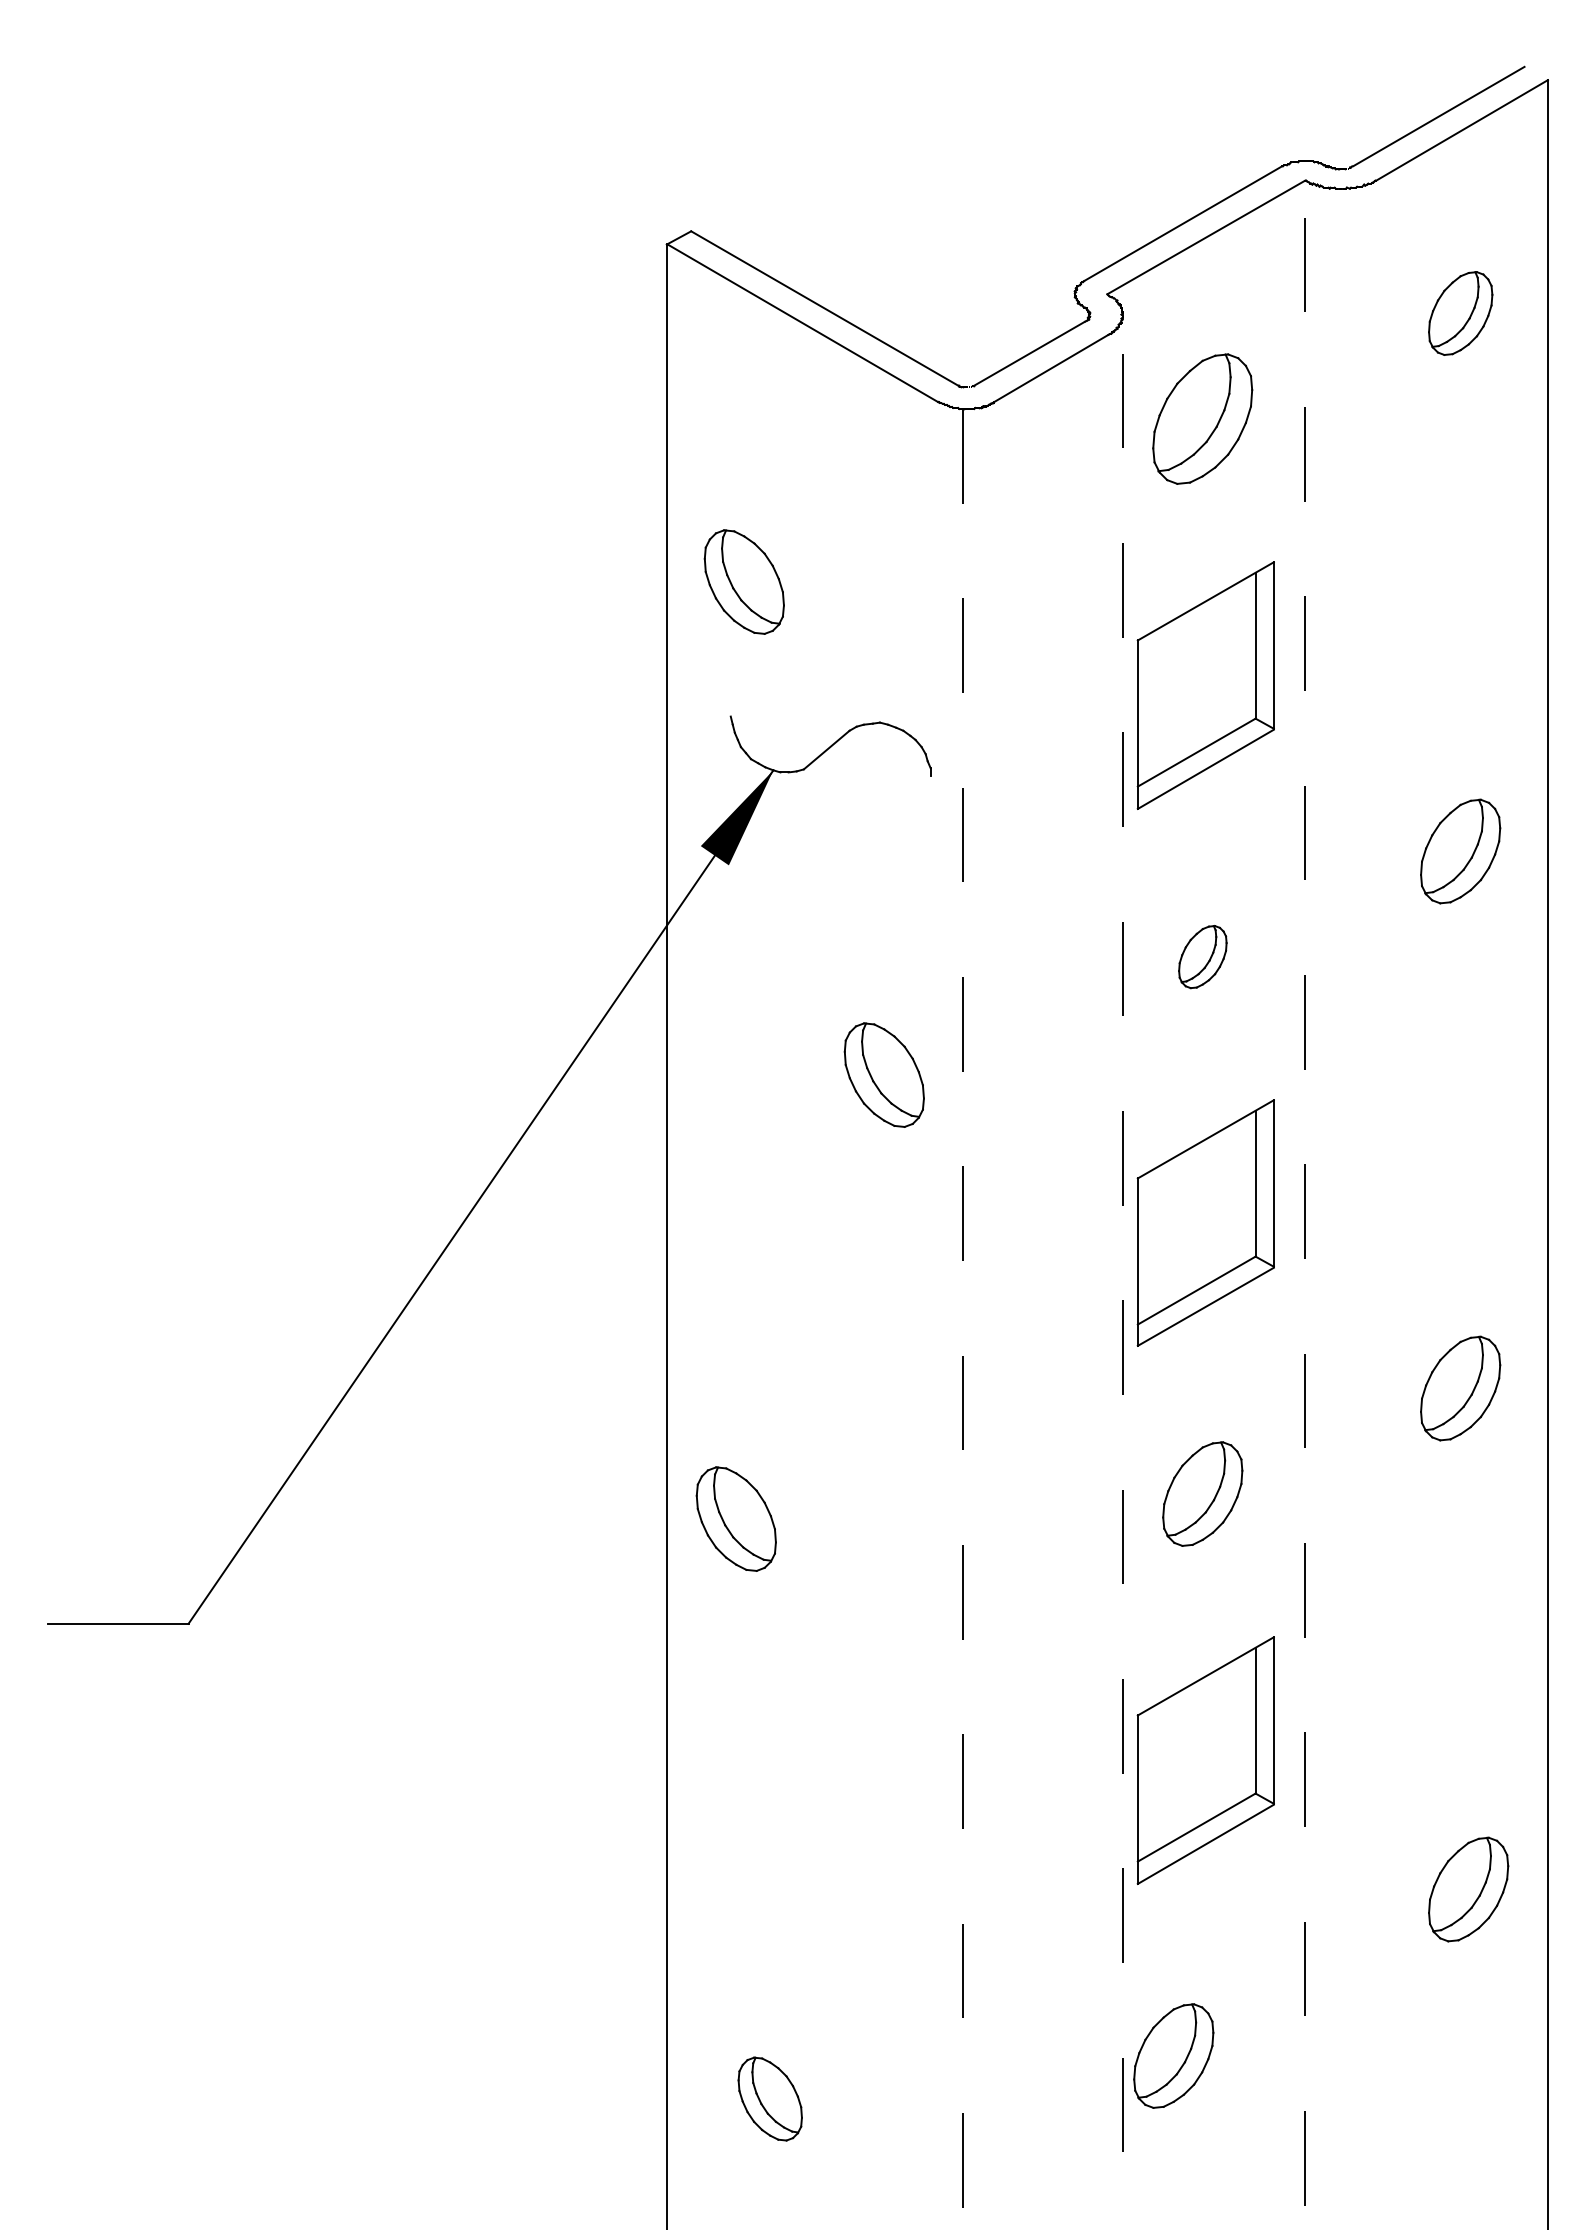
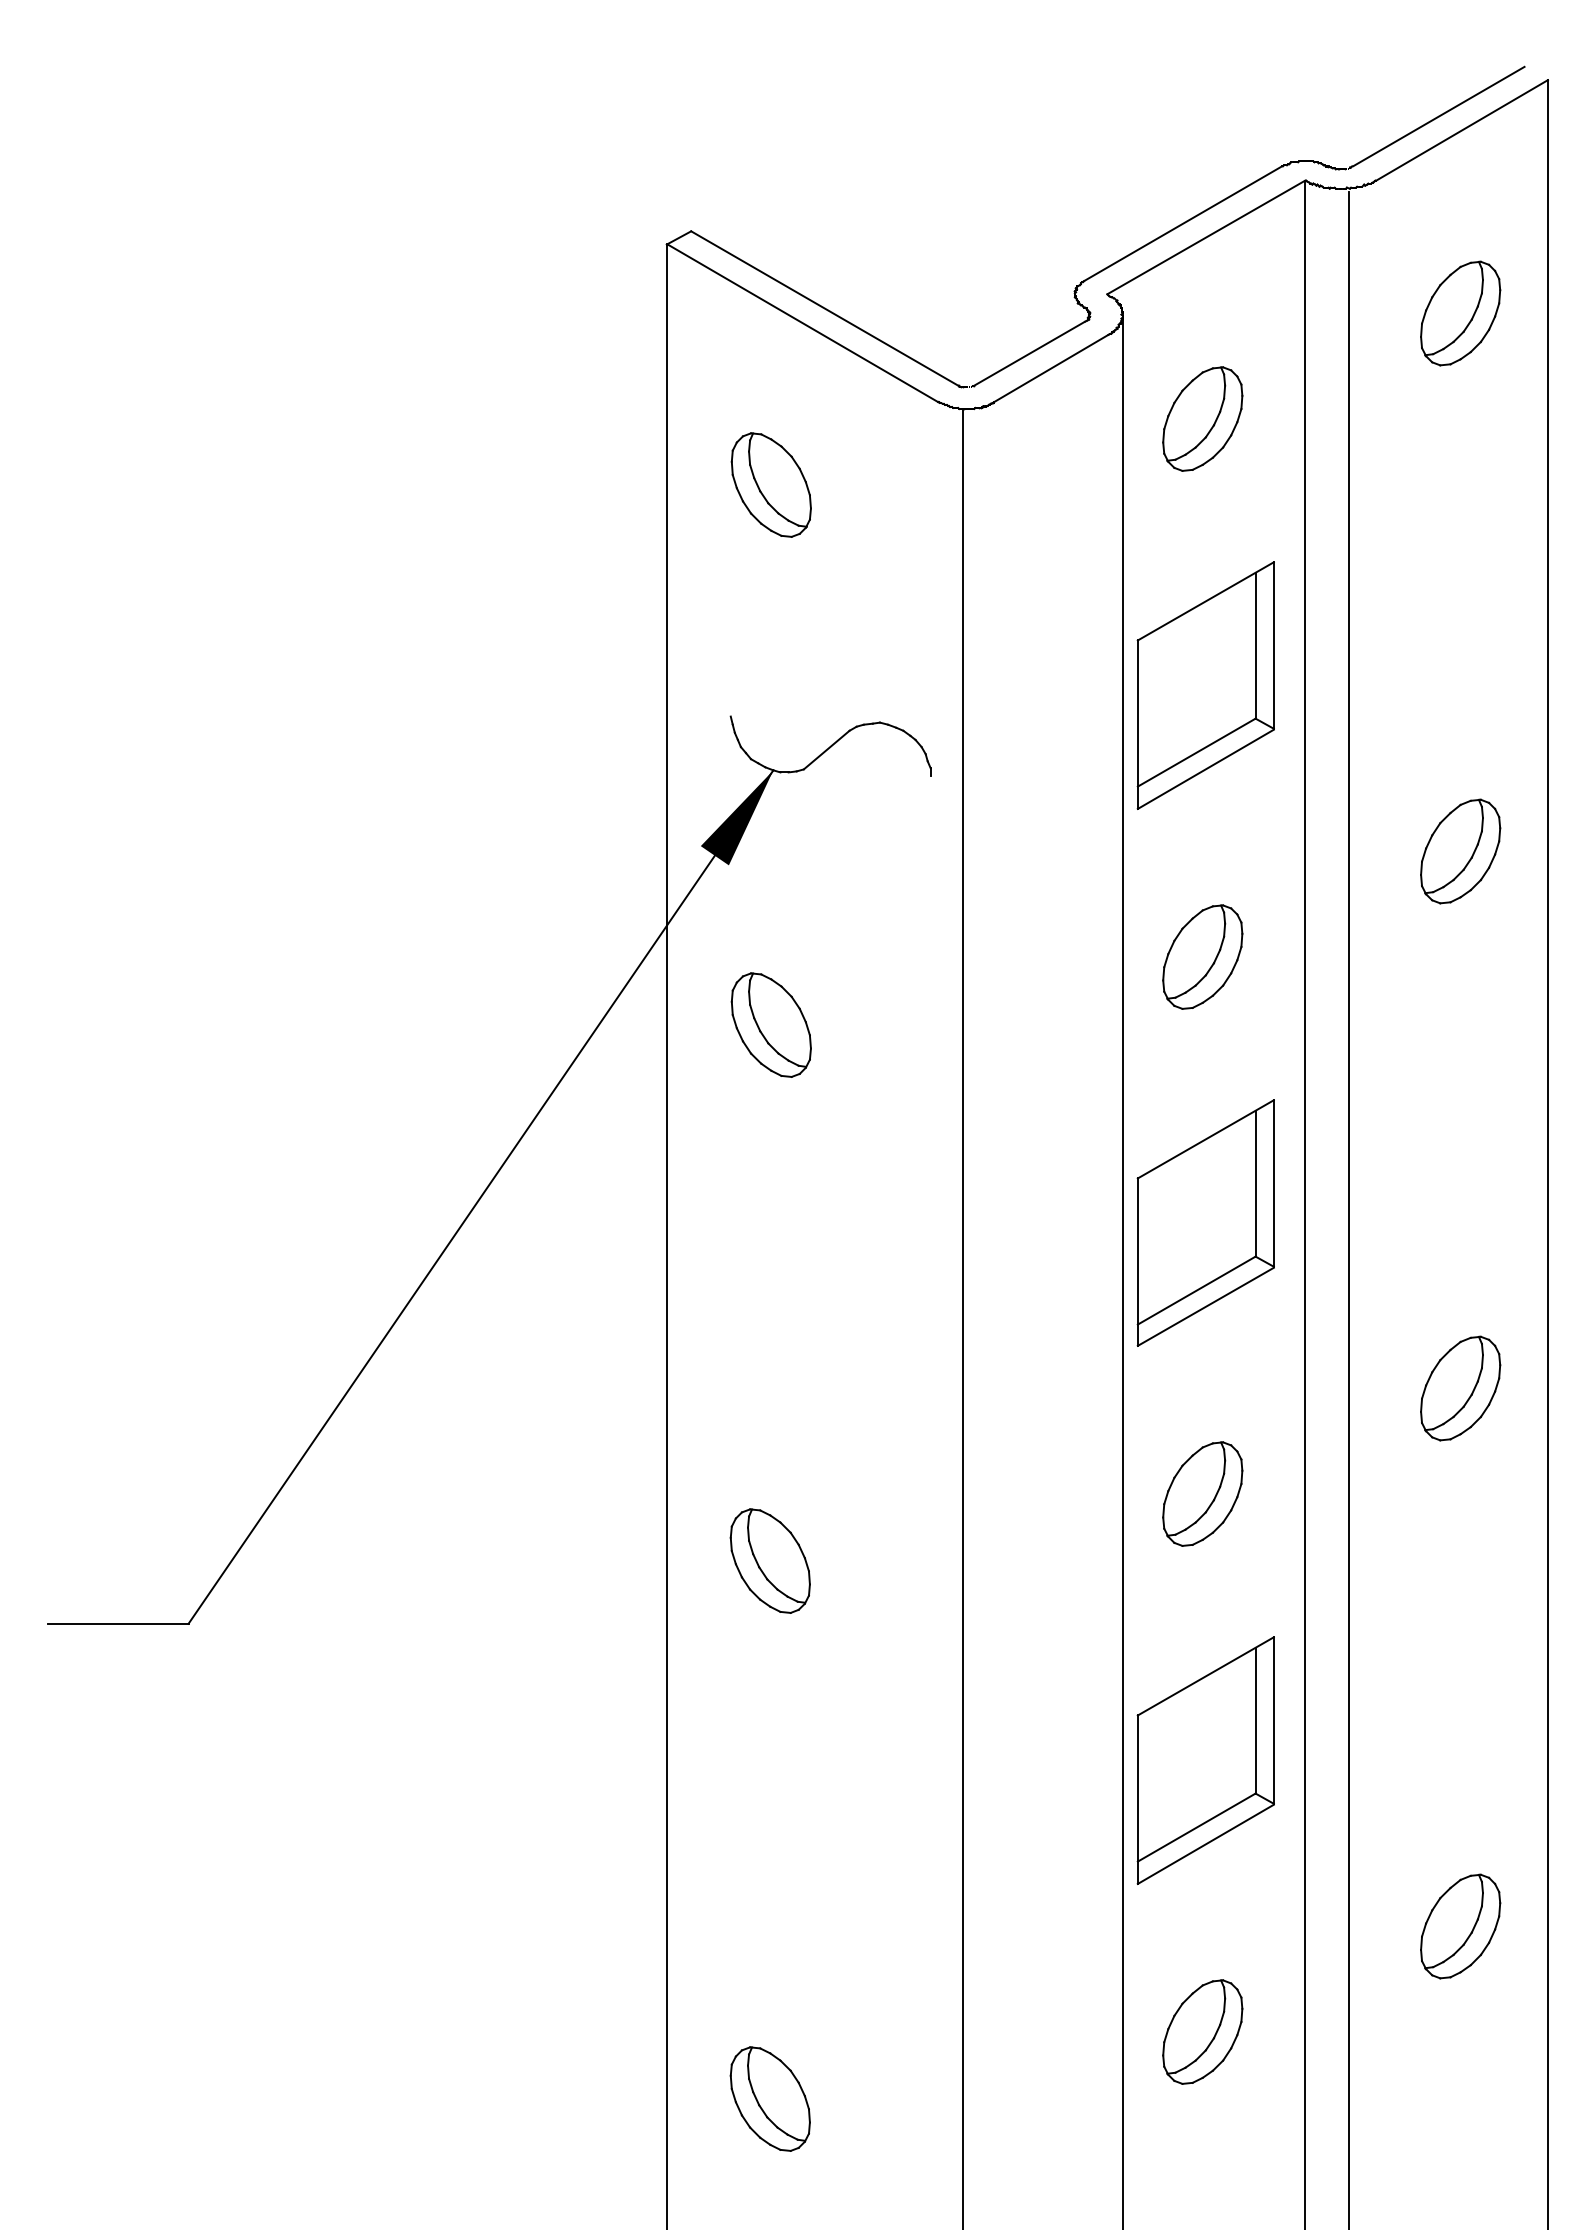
part at (1460, 313) size: 66x85 px -> 82x107 px
part at (1202, 418) size: 102x132 px -> 82x106 px
part at (743, 581) position: (743, 581) -> (770, 484)
part at (1202, 957) size: 50x65 px -> 82x106 px
part at (883, 1074) position: (883, 1074) -> (770, 1024)
line at (1305, 1205): dashed -> solid
line at (1348, 1208): none -> present
line at (1122, 1272): dashed -> solid
line at (963, 1319): dashed -> solid
part at (735, 1518) position: (735, 1518) -> (769, 1560)
part at (1468, 1889) position: (1468, 1889) -> (1460, 1926)
part at (1173, 2055) position: (1173, 2055) -> (1202, 2031)
part at (769, 2098) size: 66x86 px -> 82x106 px
